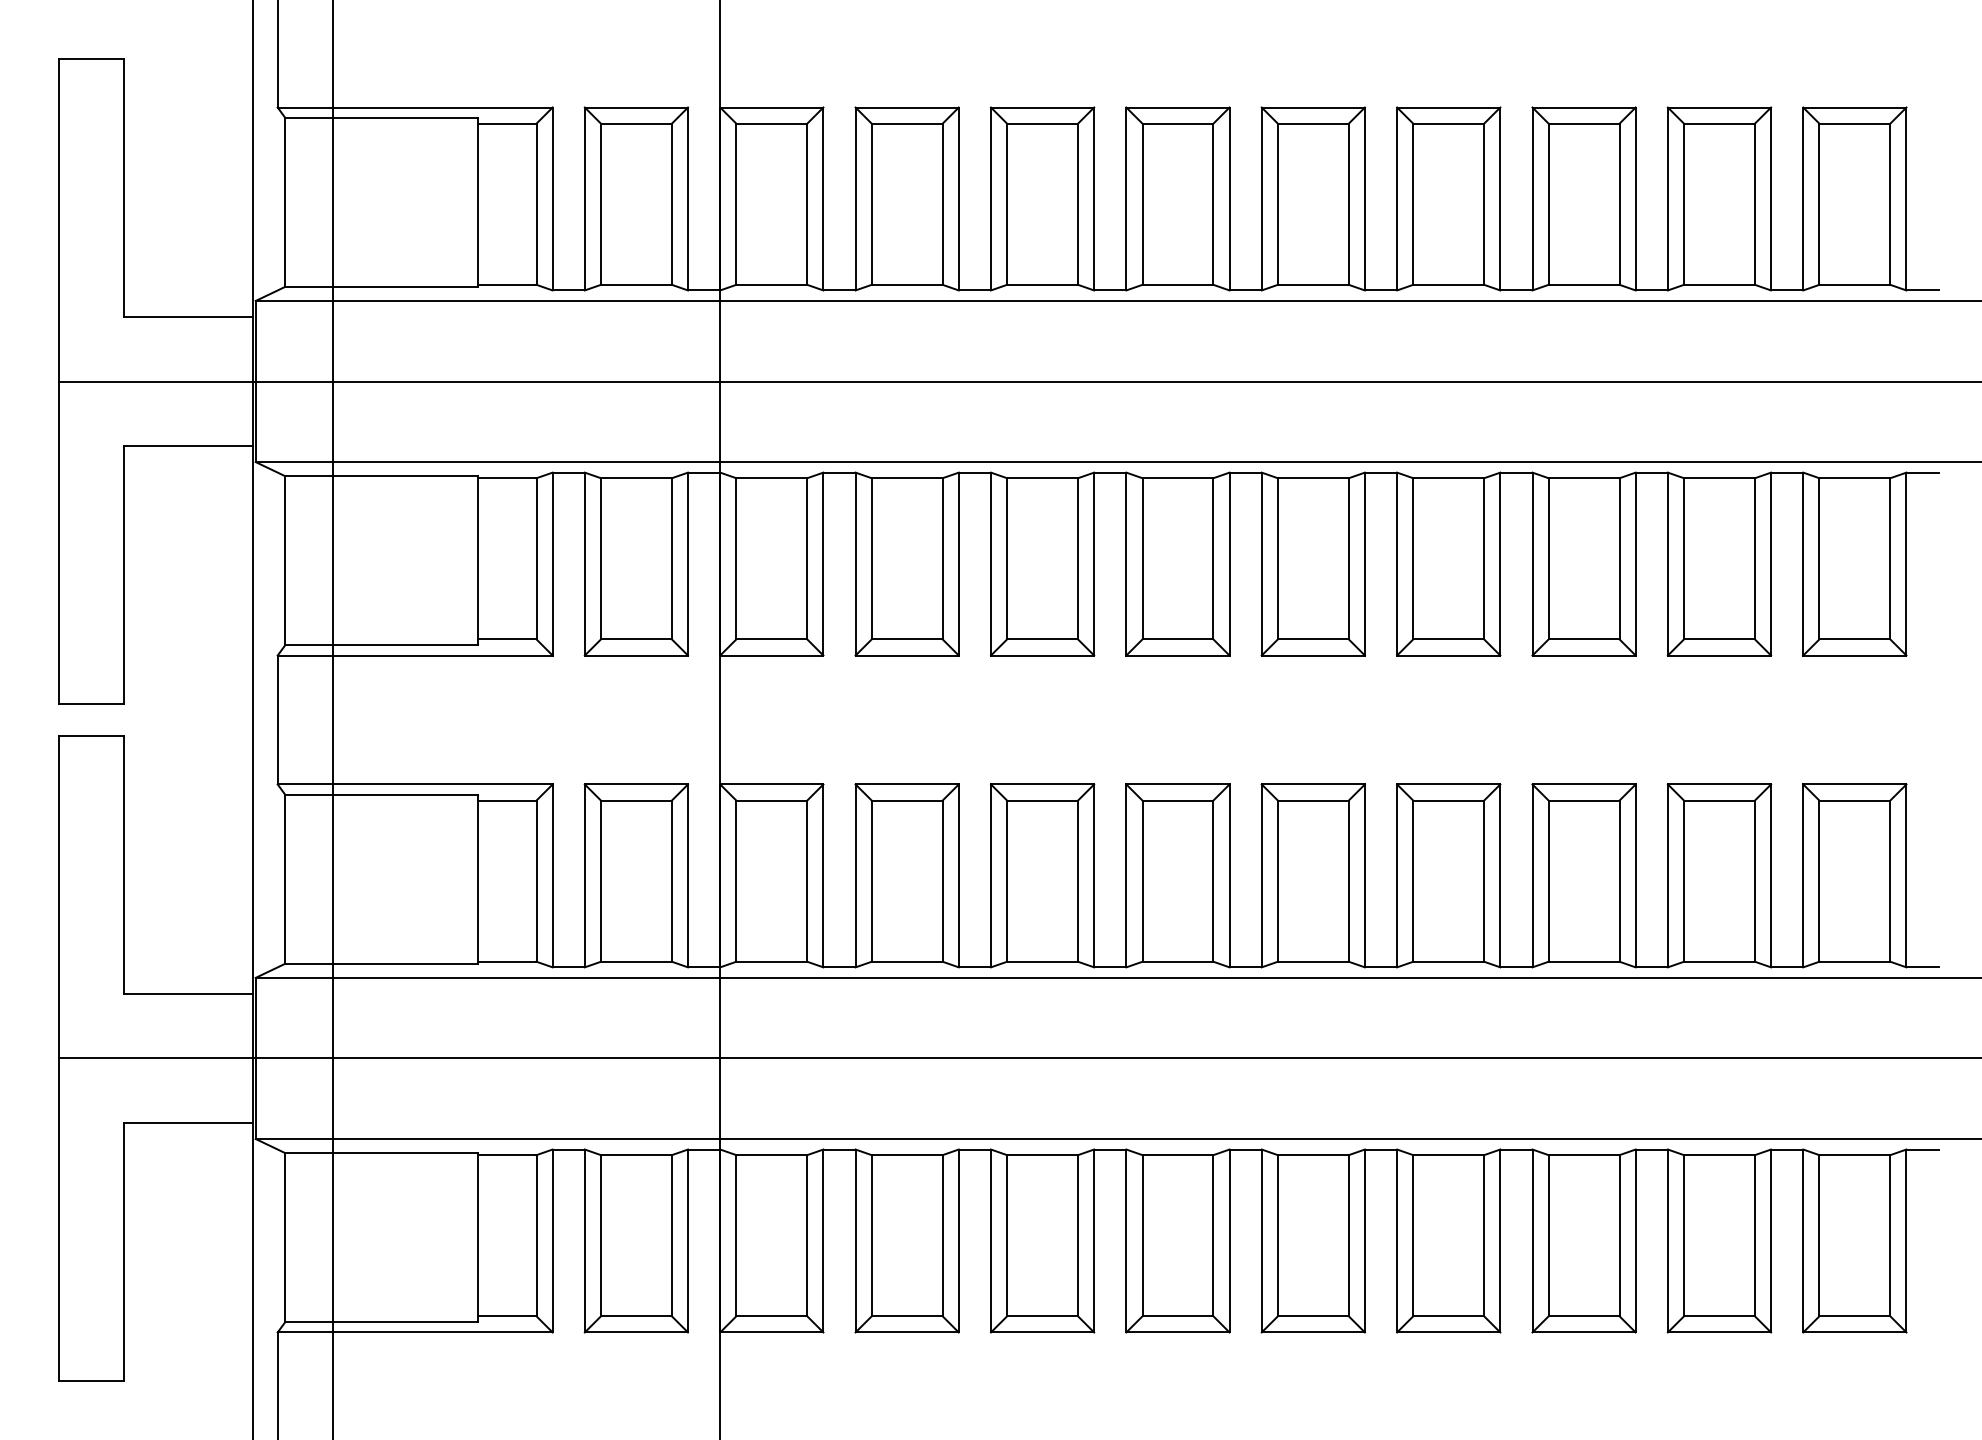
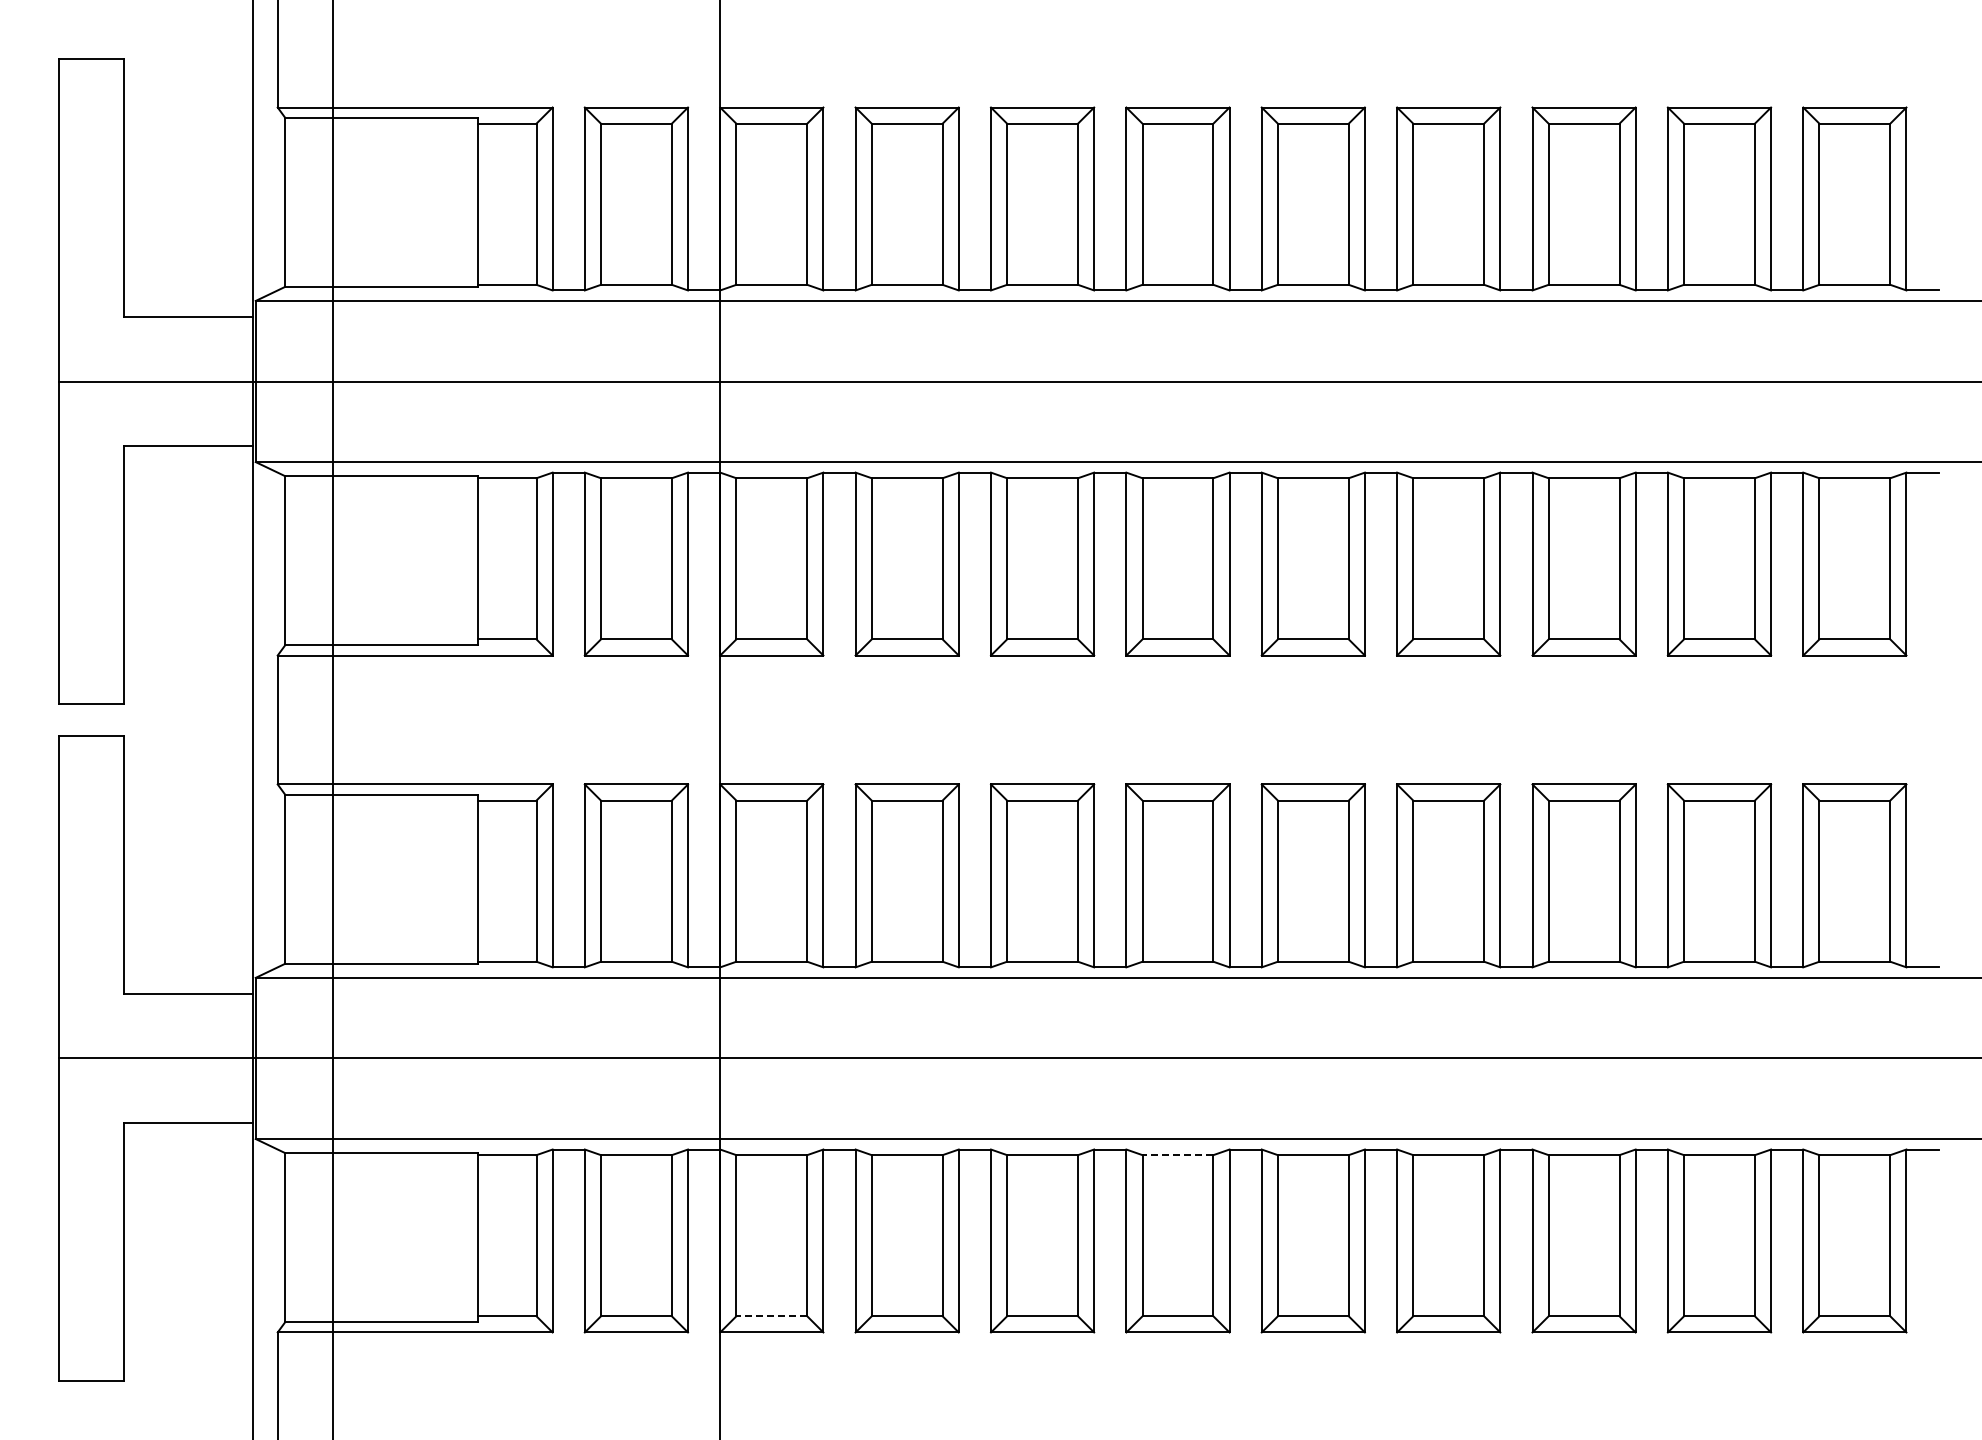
line at (1177, 1155): solid -> dashed
line at (771, 1316): solid -> dashed
